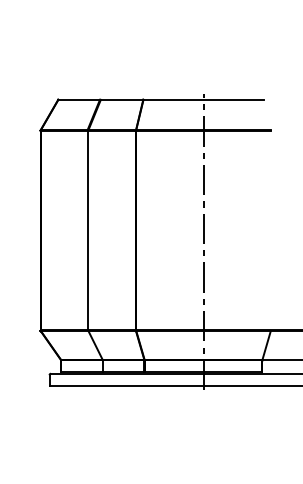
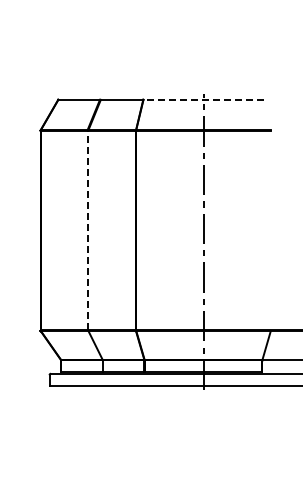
line at (203, 99): solid -> dashed
line at (88, 230): solid -> dashed
